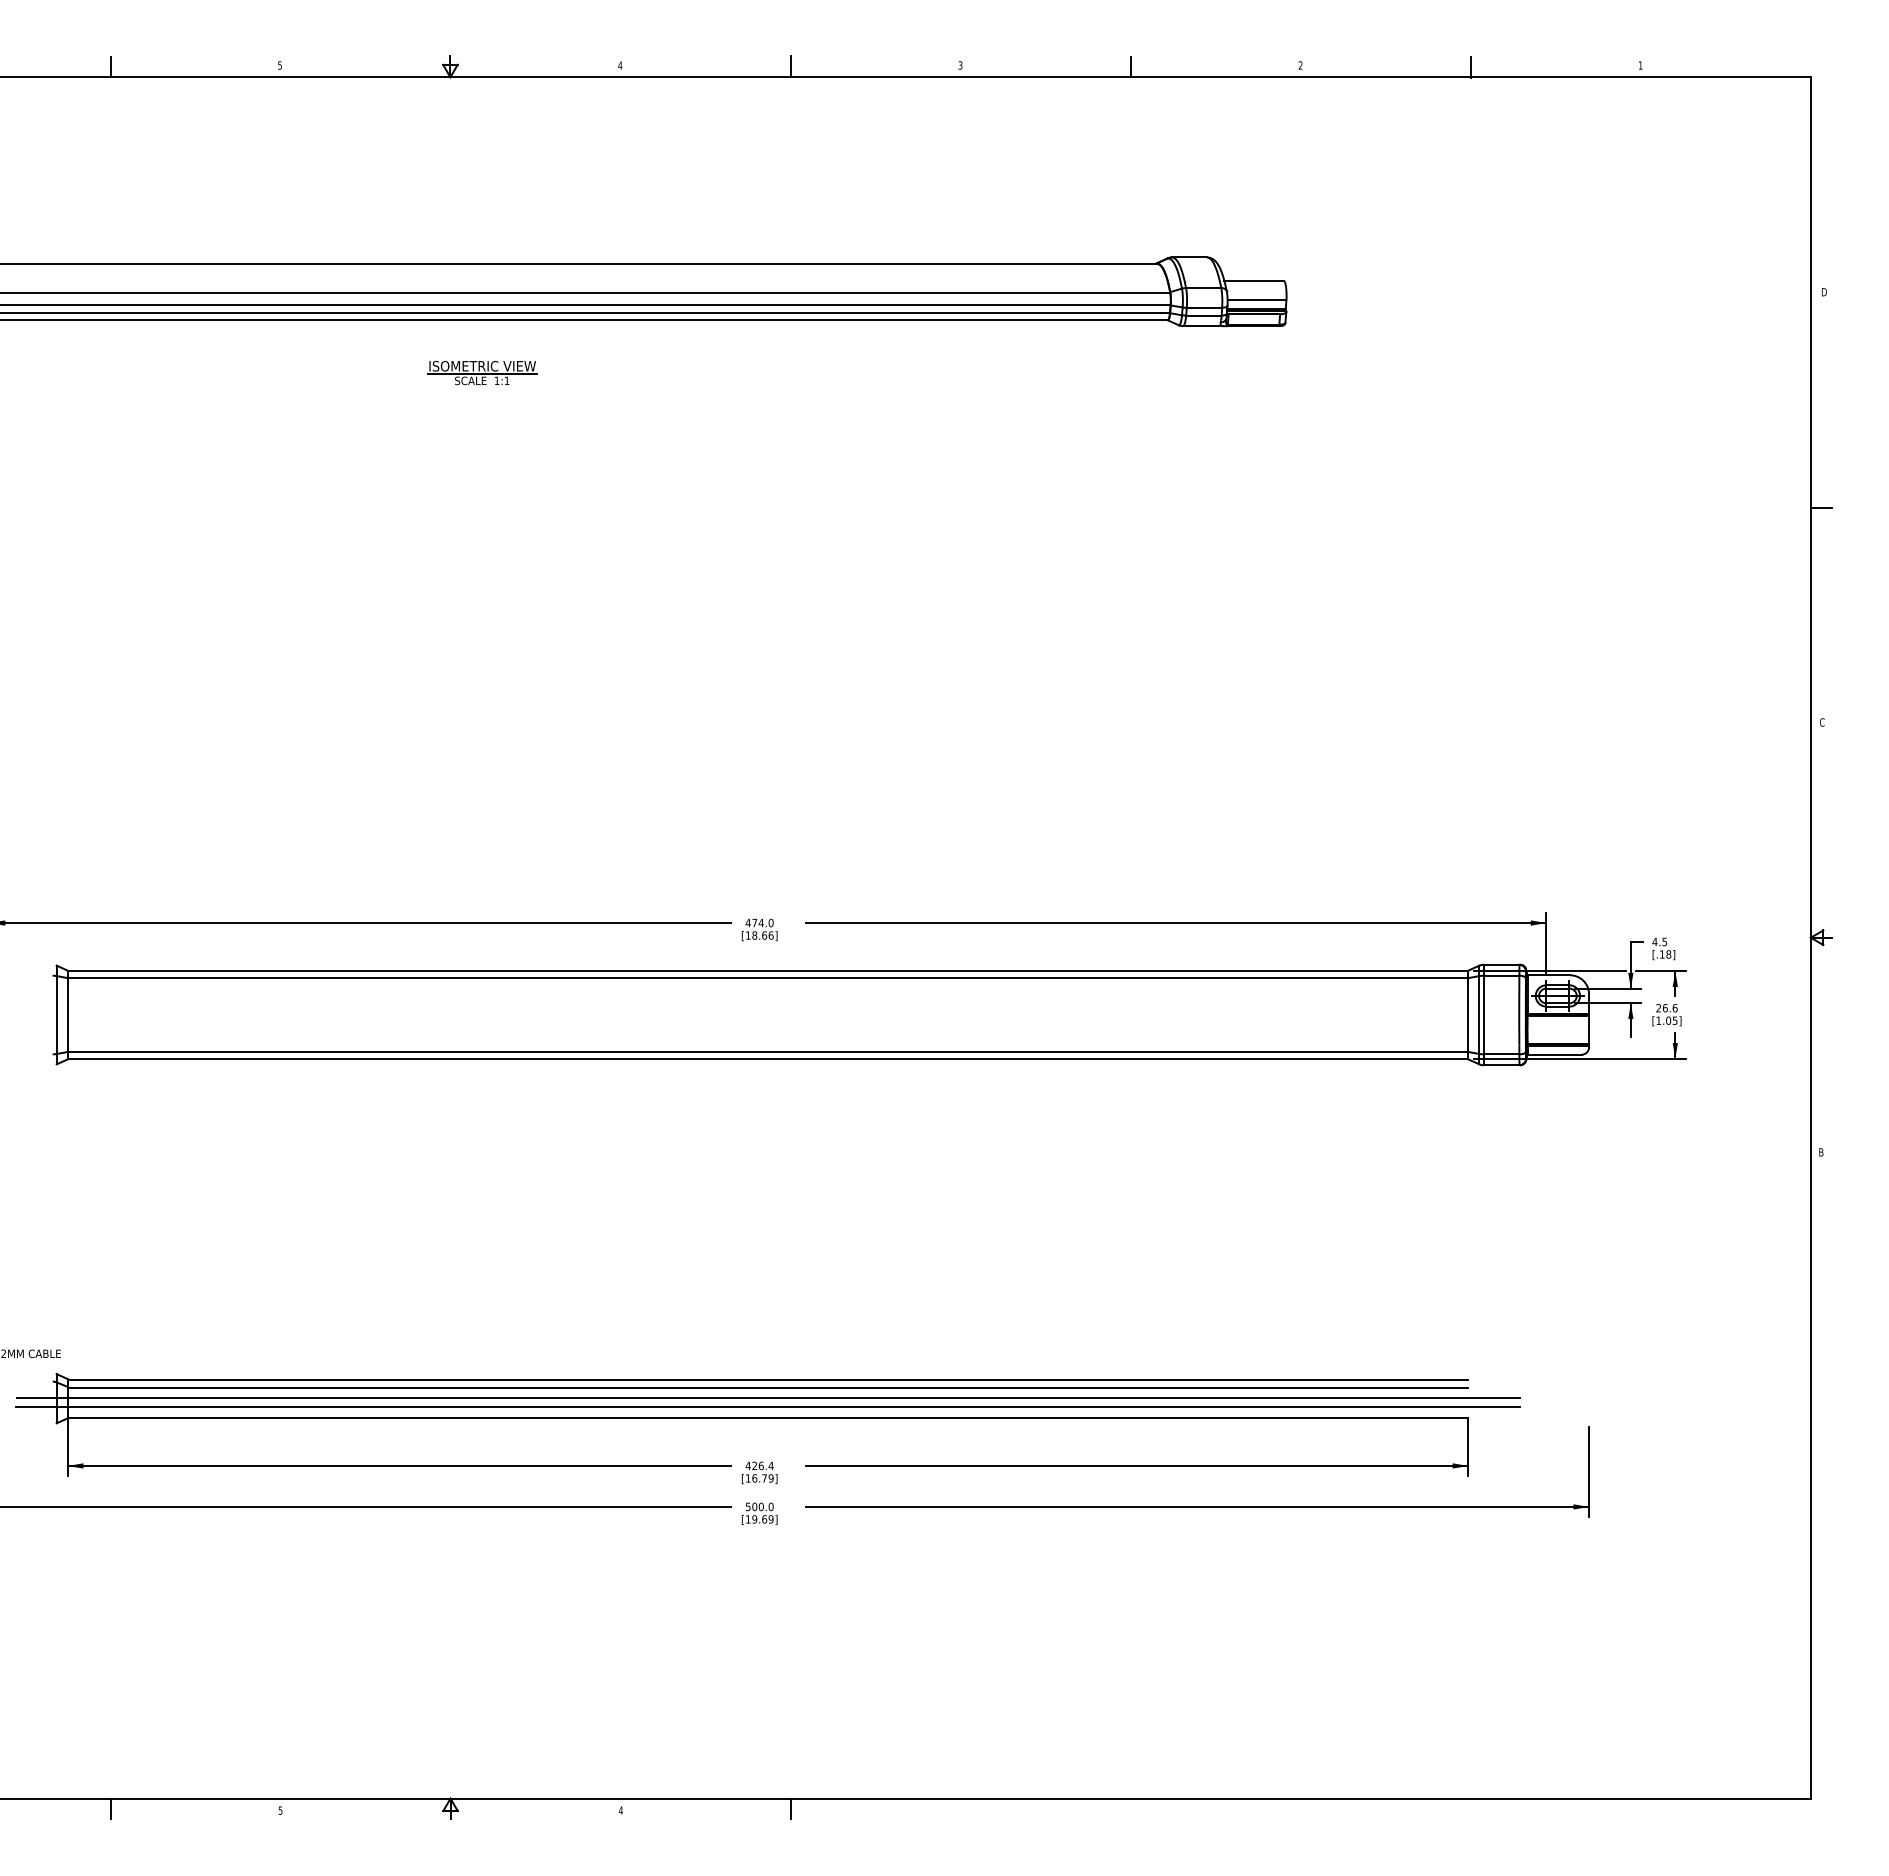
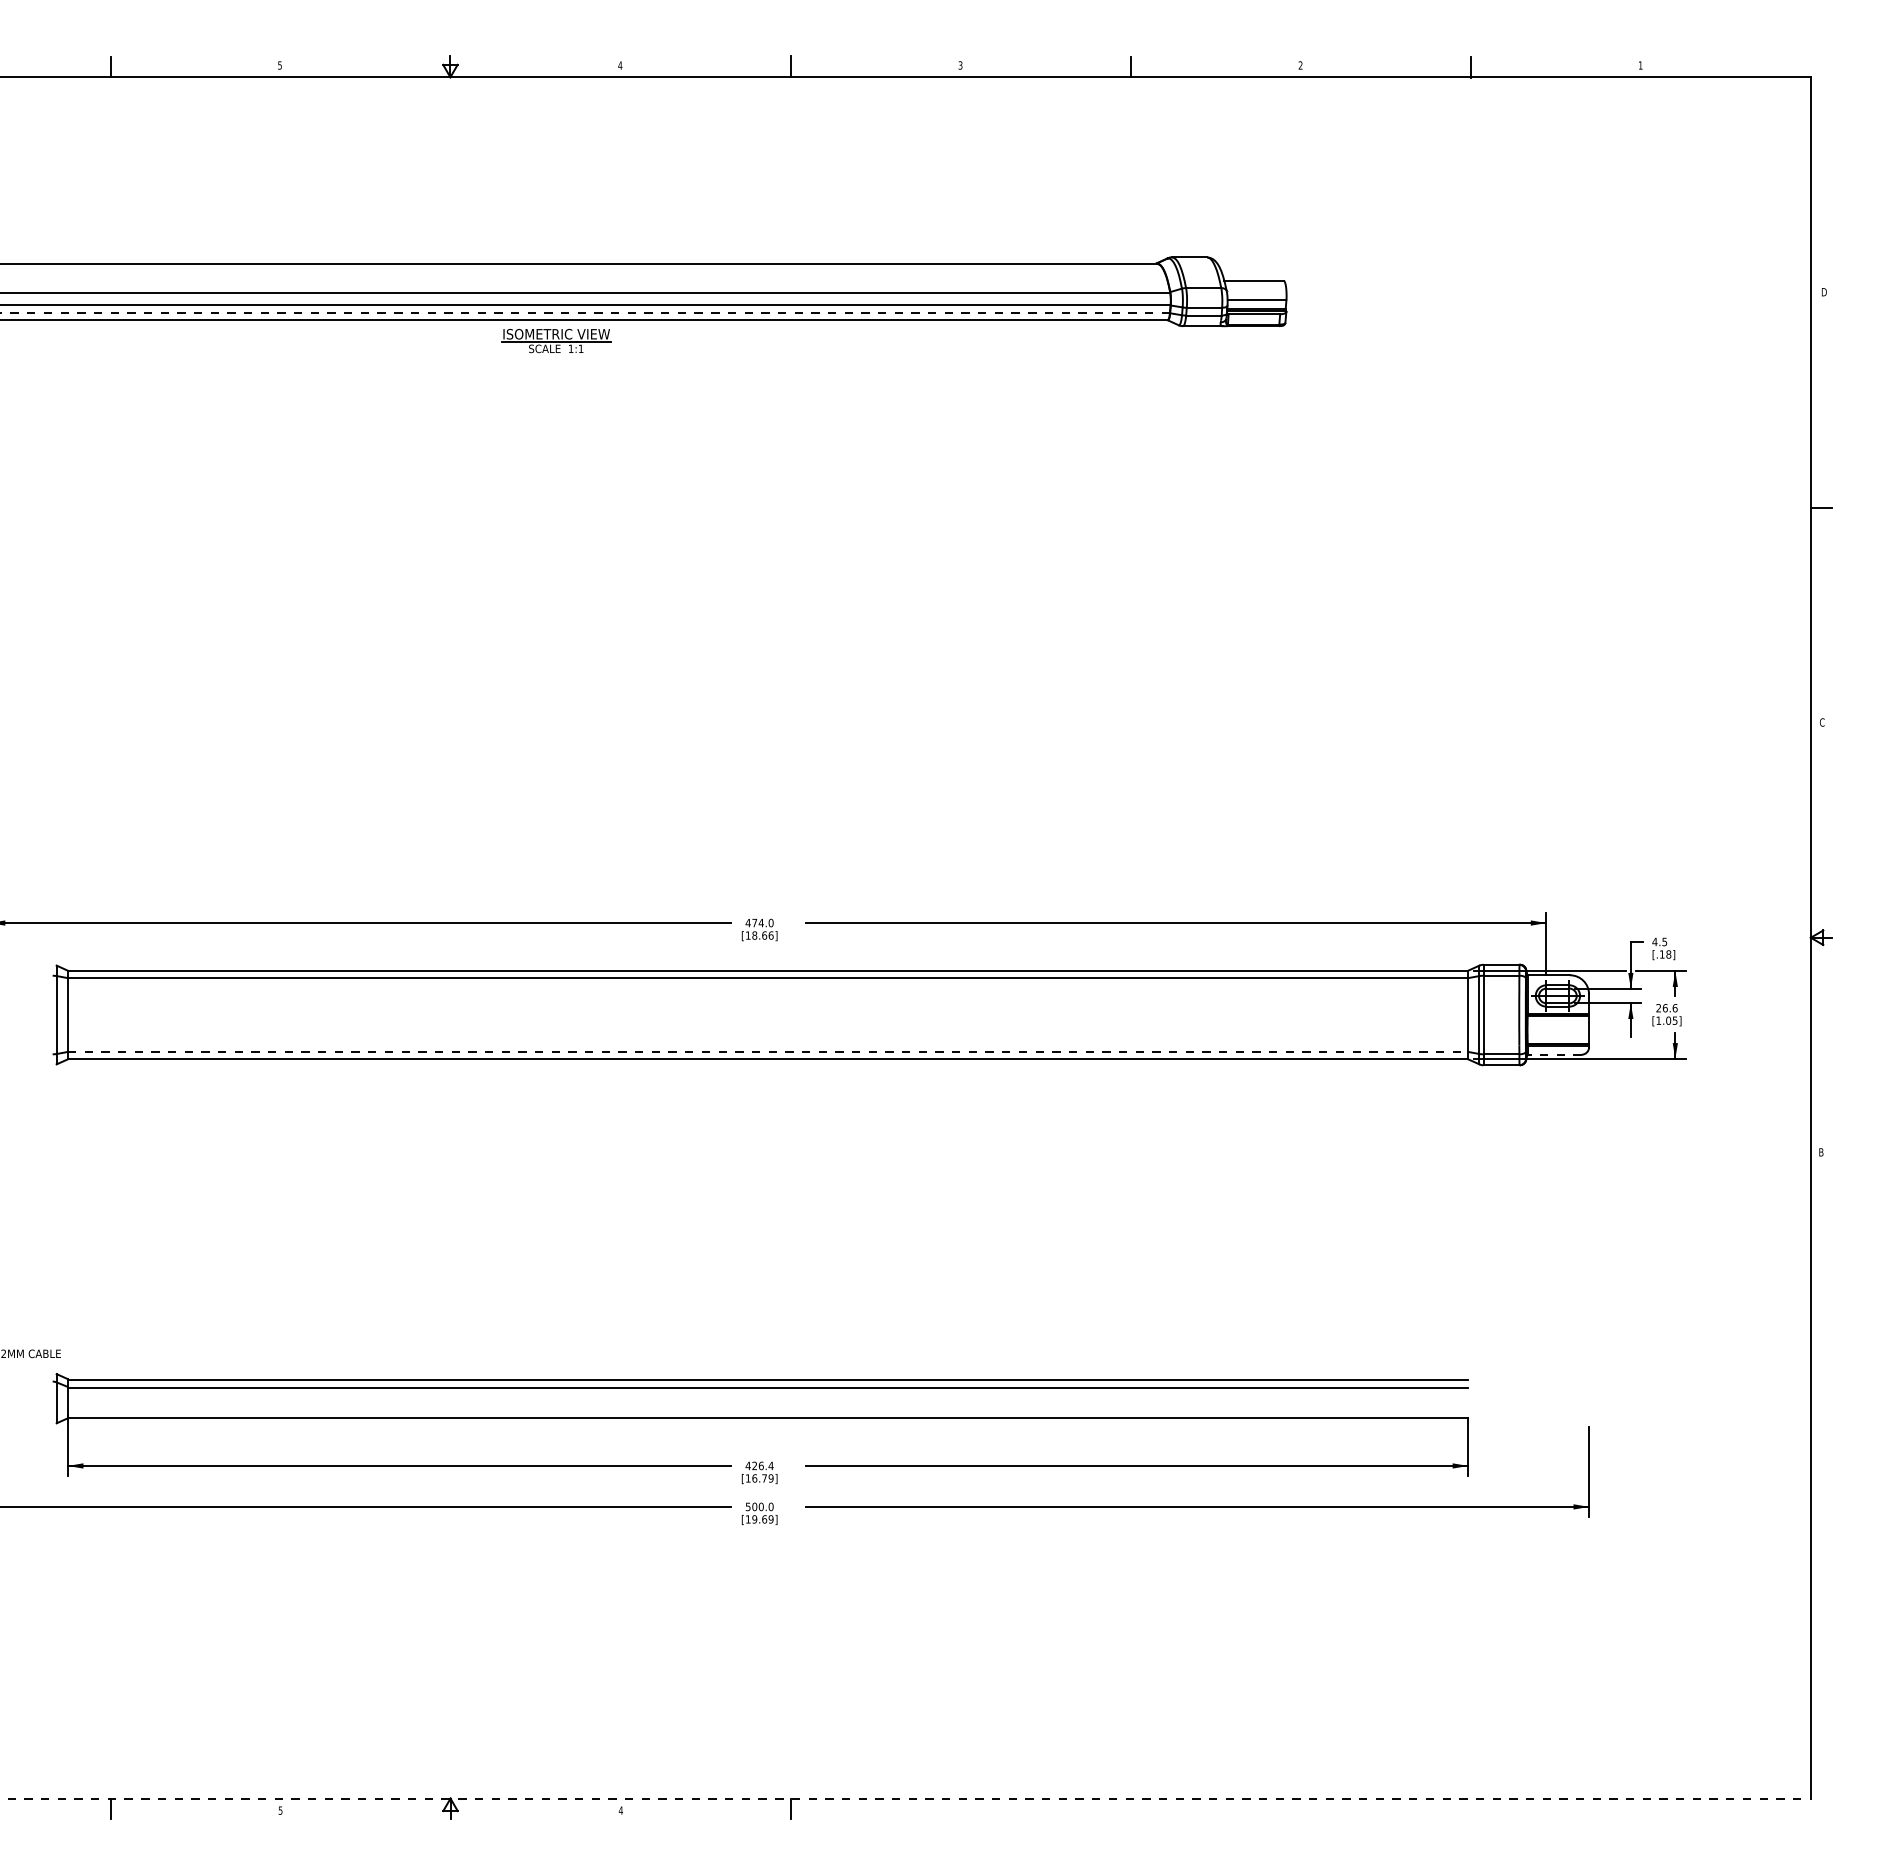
line at (585, 313): solid -> dashed
part at (482, 373) position: (482, 373) -> (556, 341)
line at (768, 1051): solid -> dashed
line at (1554, 1054): solid -> dashed
line at (767, 1398): present -> none
line at (767, 1406): present -> none
line at (905, 1798): solid -> dashed
